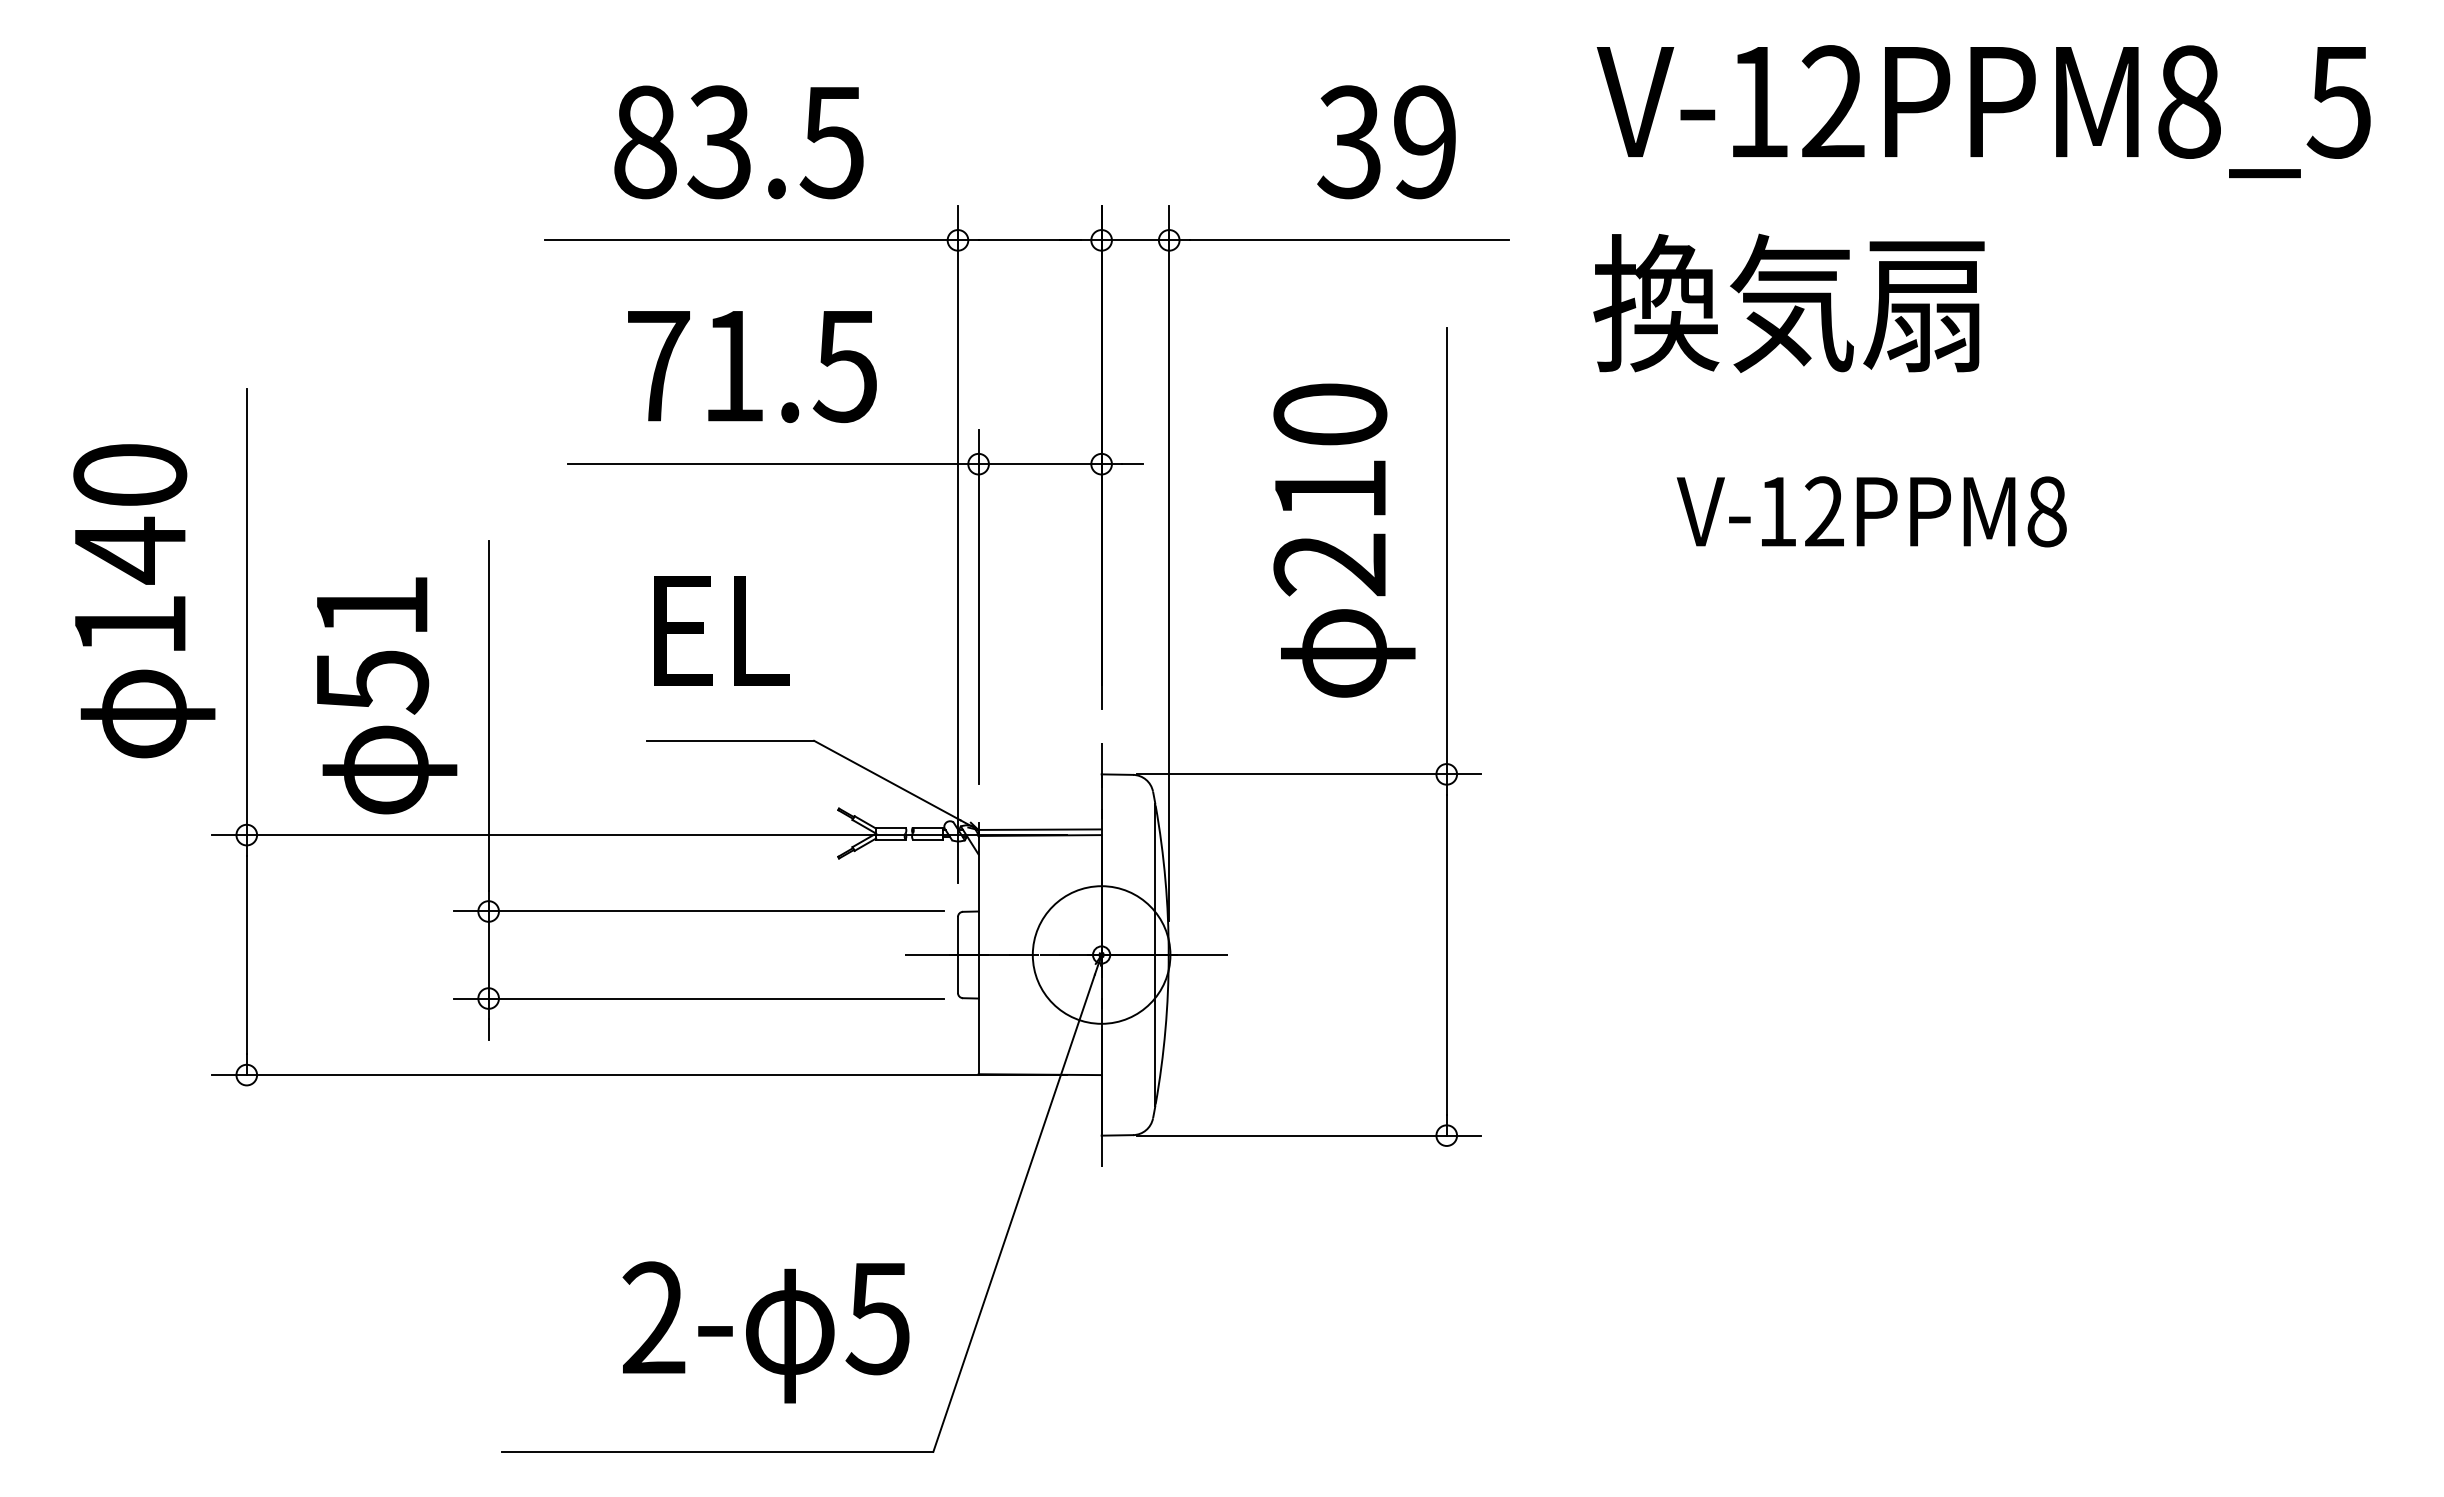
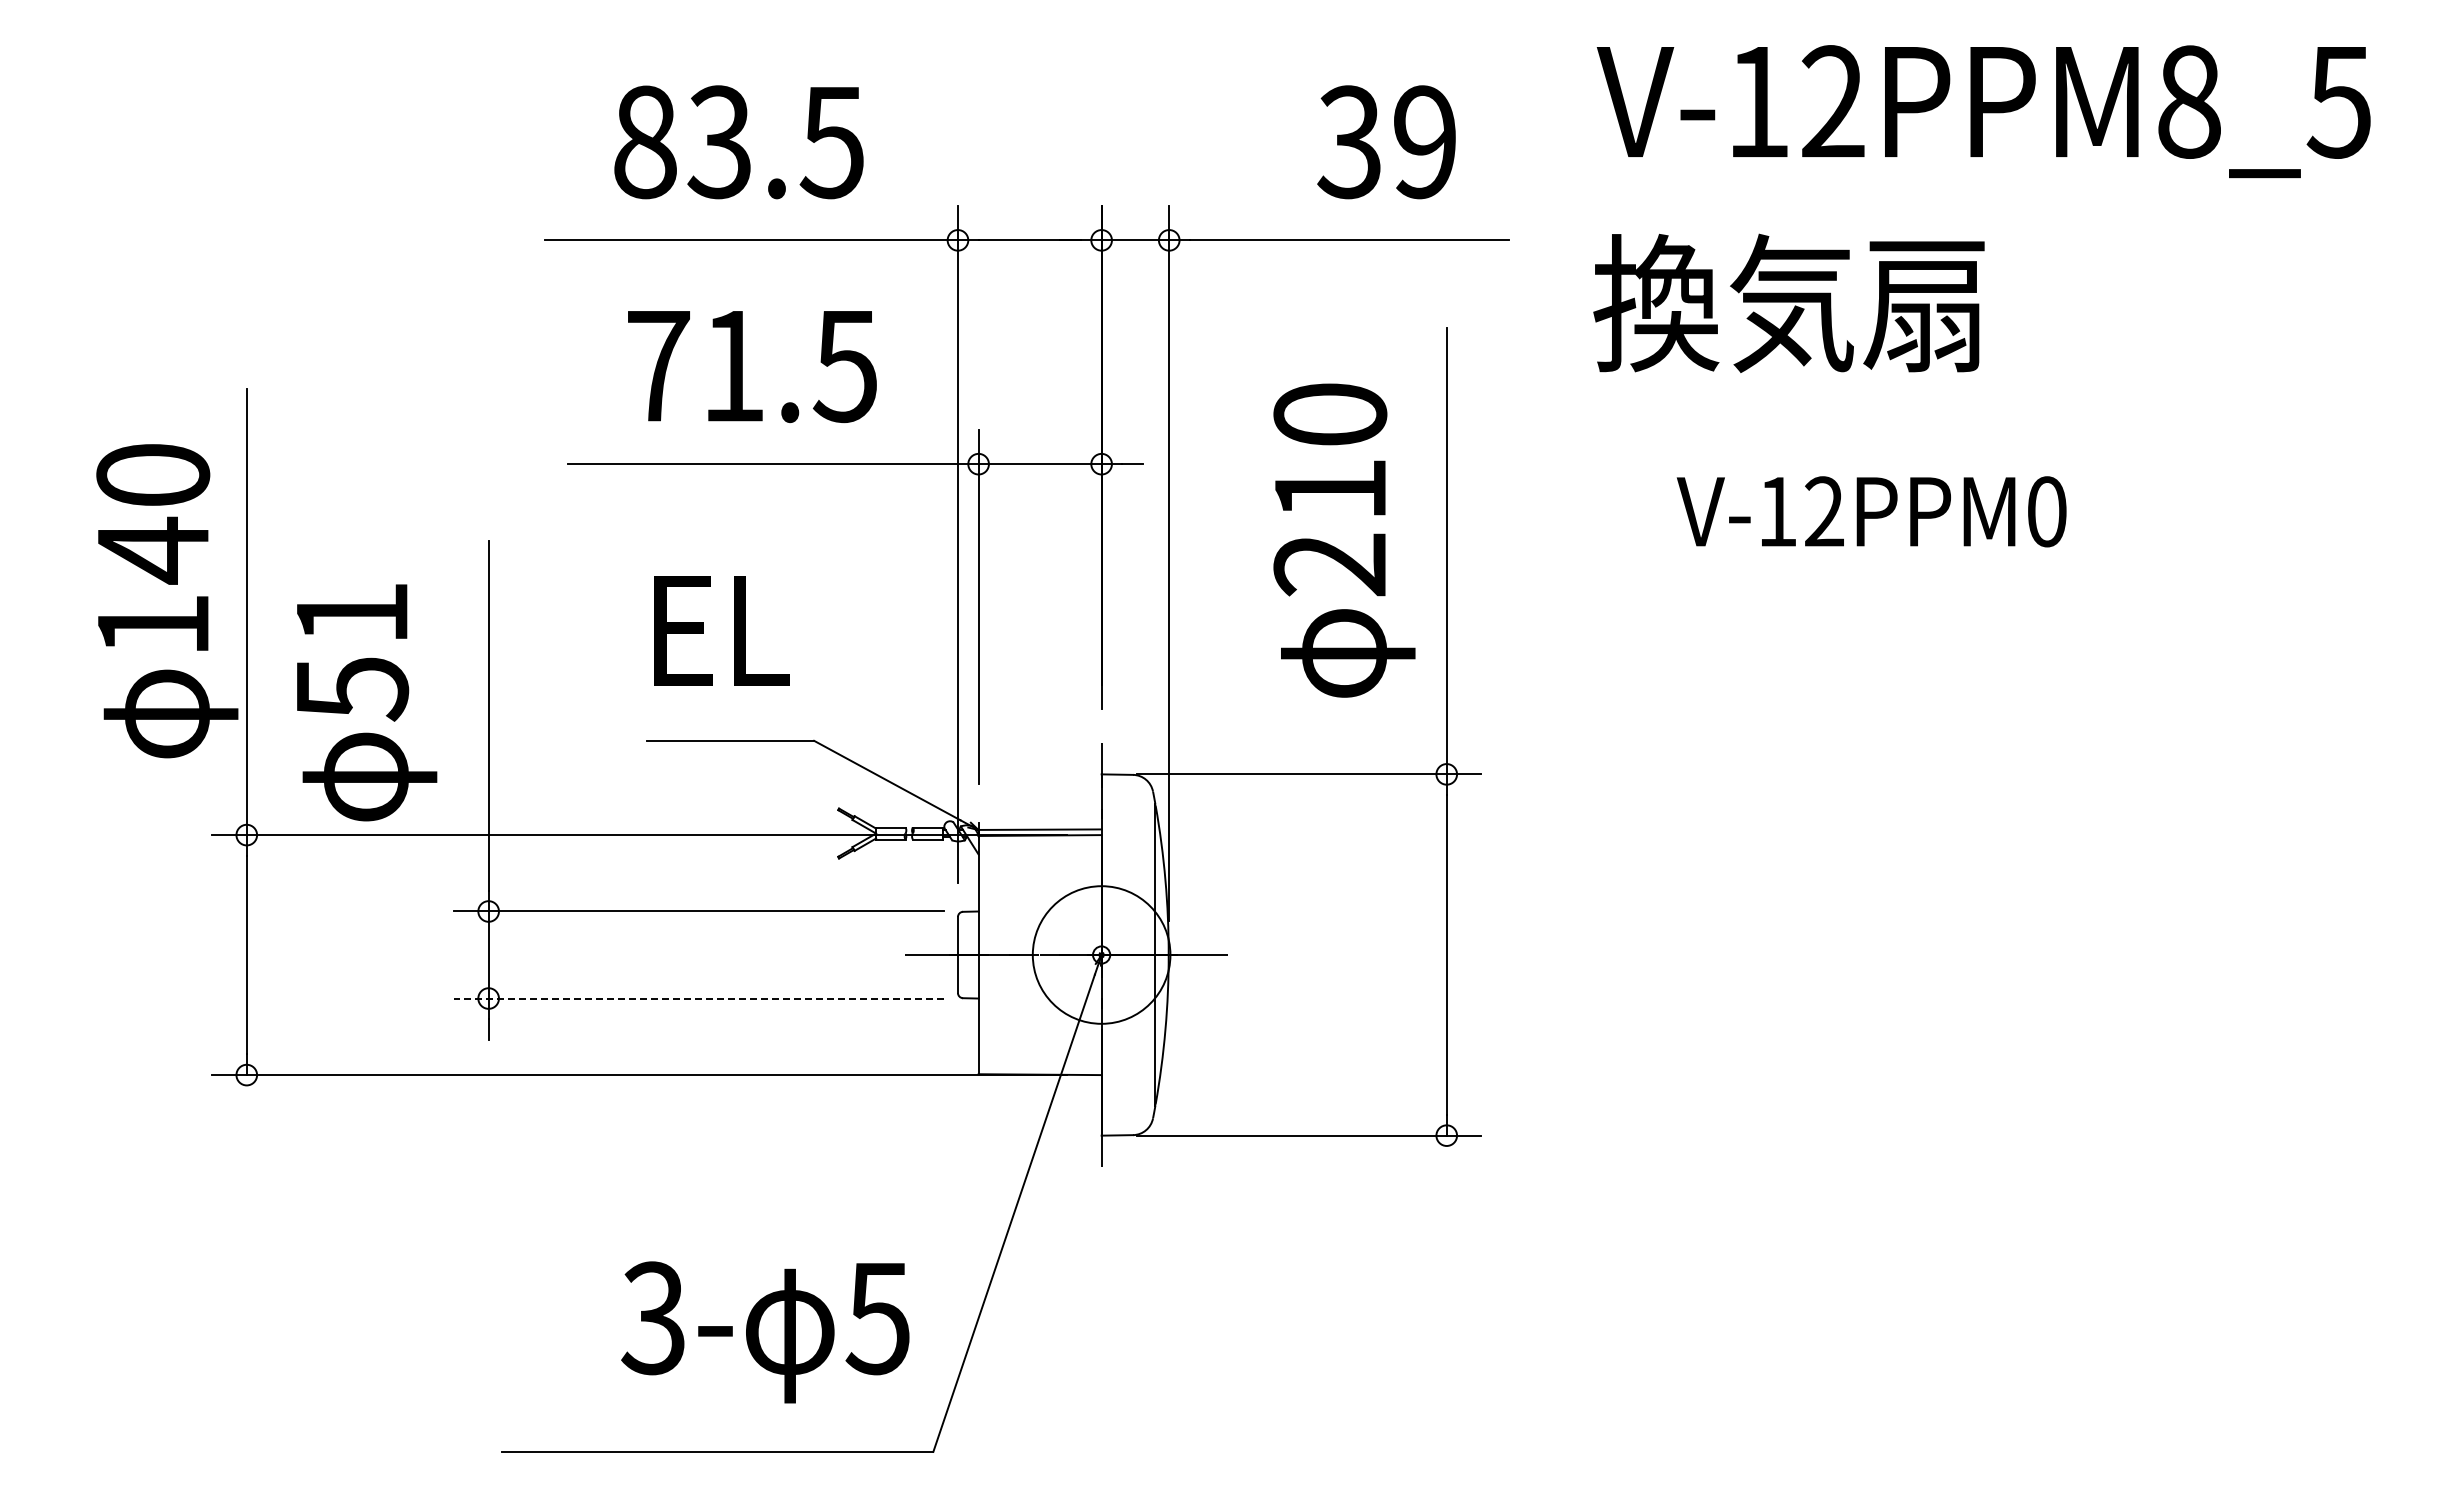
text at (2046, 511): V-12PPM8 -> V-12PPM0
text at (144, 601) position: (144, 601) -> (167, 601)
text at (387, 695) position: (387, 695) -> (367, 702)
line at (699, 998): solid -> dashed
text at (653, 1318): 2- -> 3-
